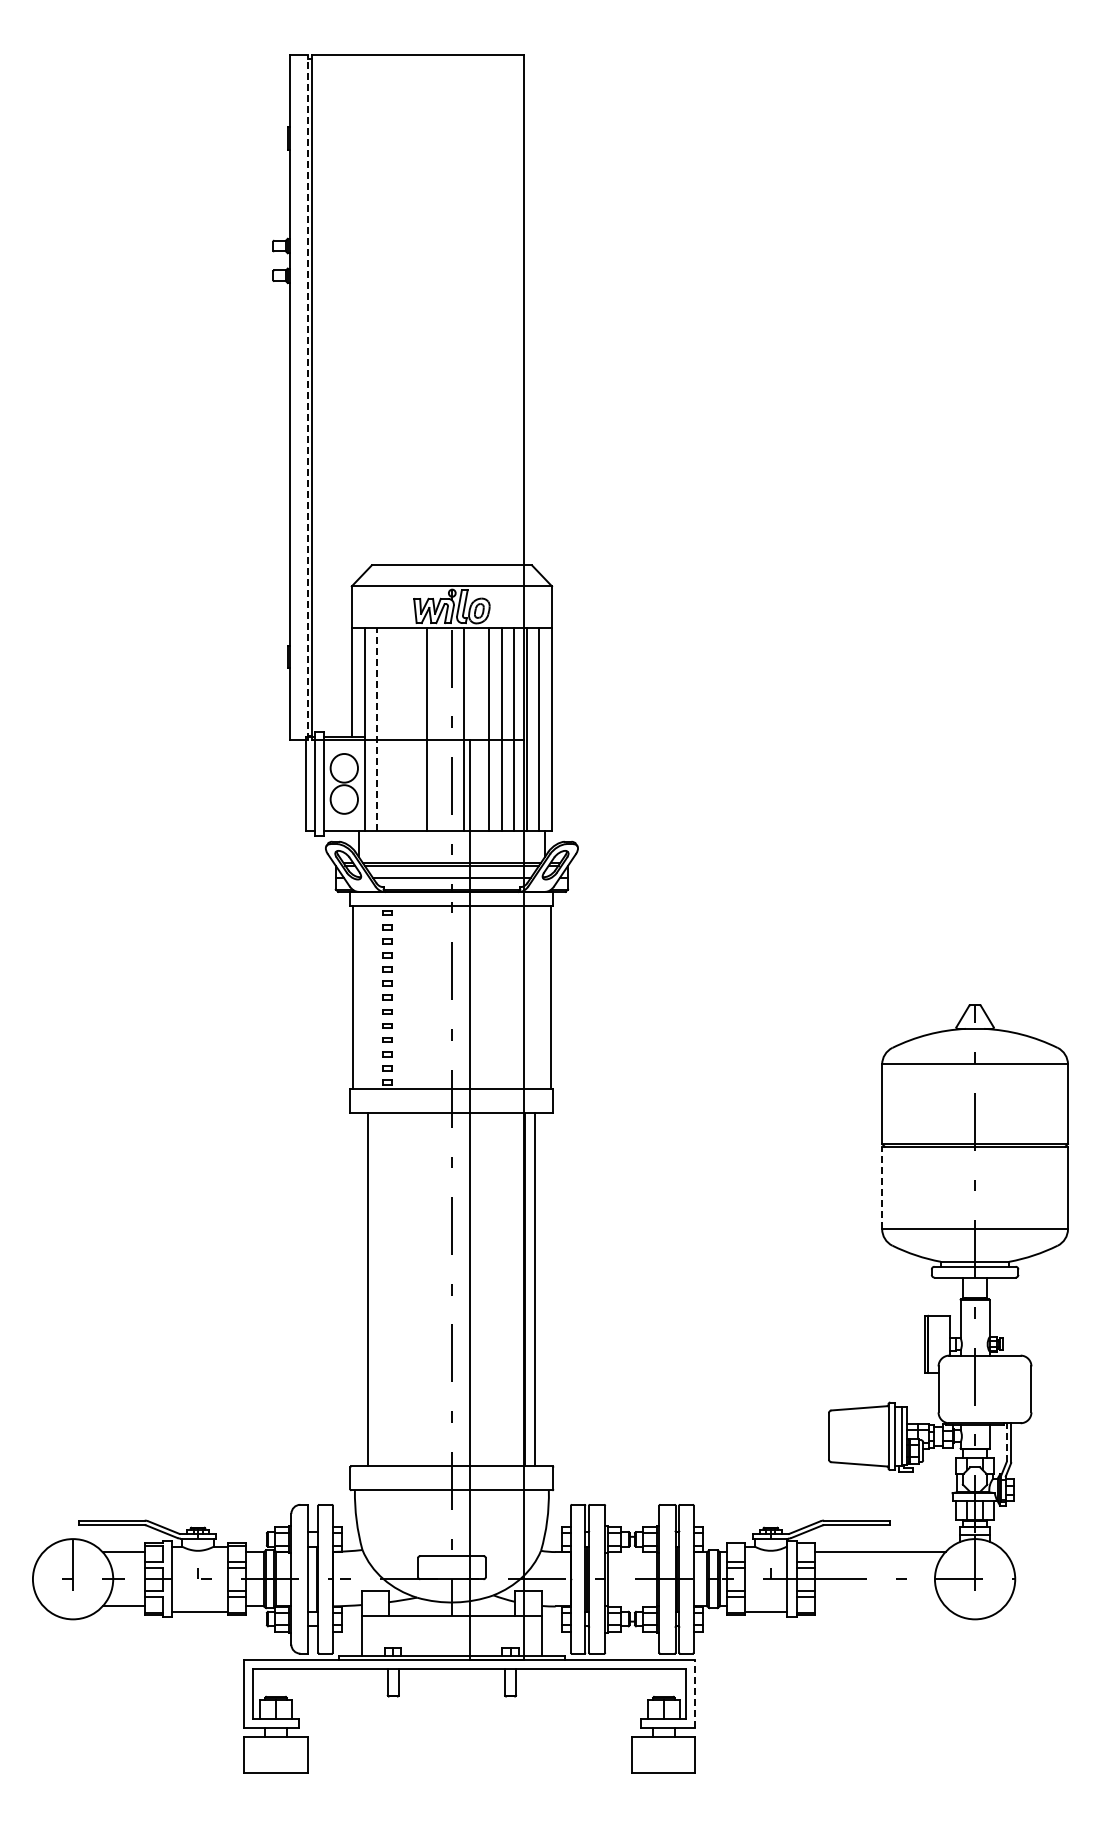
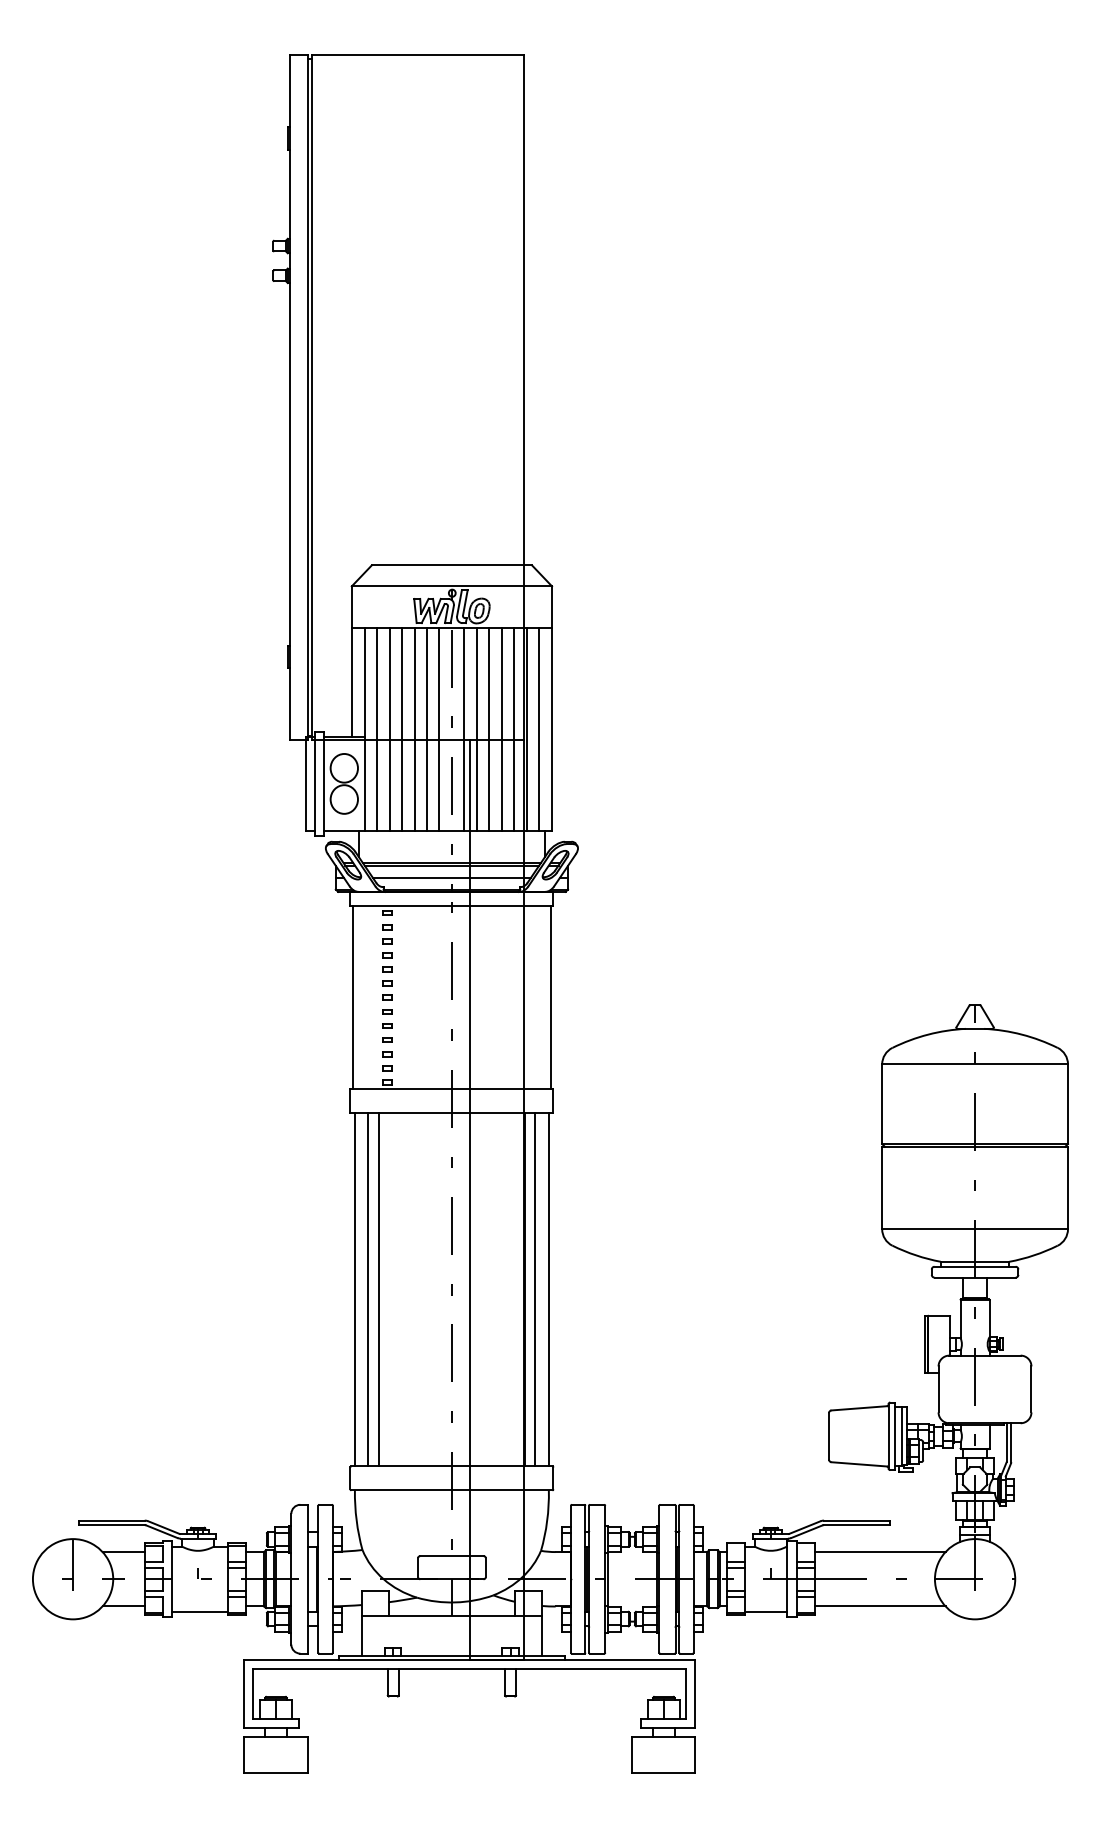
line at (307, 397): dashed -> solid
line at (377, 728): dashed -> solid
line at (389, 728): none -> present
line at (402, 728): none -> present
line at (414, 728): none -> present
line at (439, 728): none -> present
line at (476, 728): none -> present
line at (882, 1187): dashed -> solid
line at (354, 1289): none -> present
line at (379, 1289): none -> present
line at (548, 1289): none -> present
line at (1006, 1442): dashed -> solid
line at (879, 1606): none -> present
line at (695, 1694): dashed -> solid
